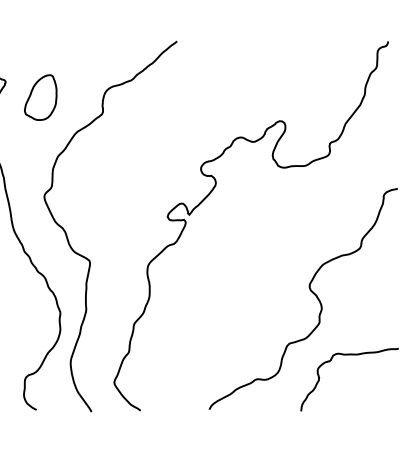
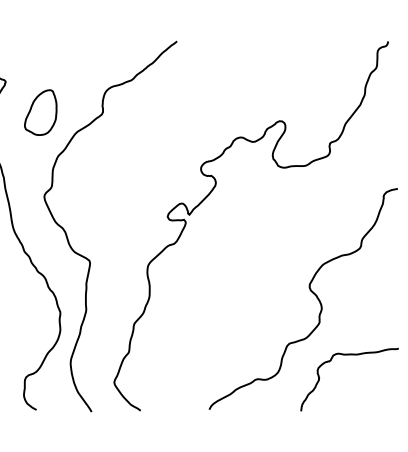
part at (40, 97) position: (40, 97) -> (40, 112)
